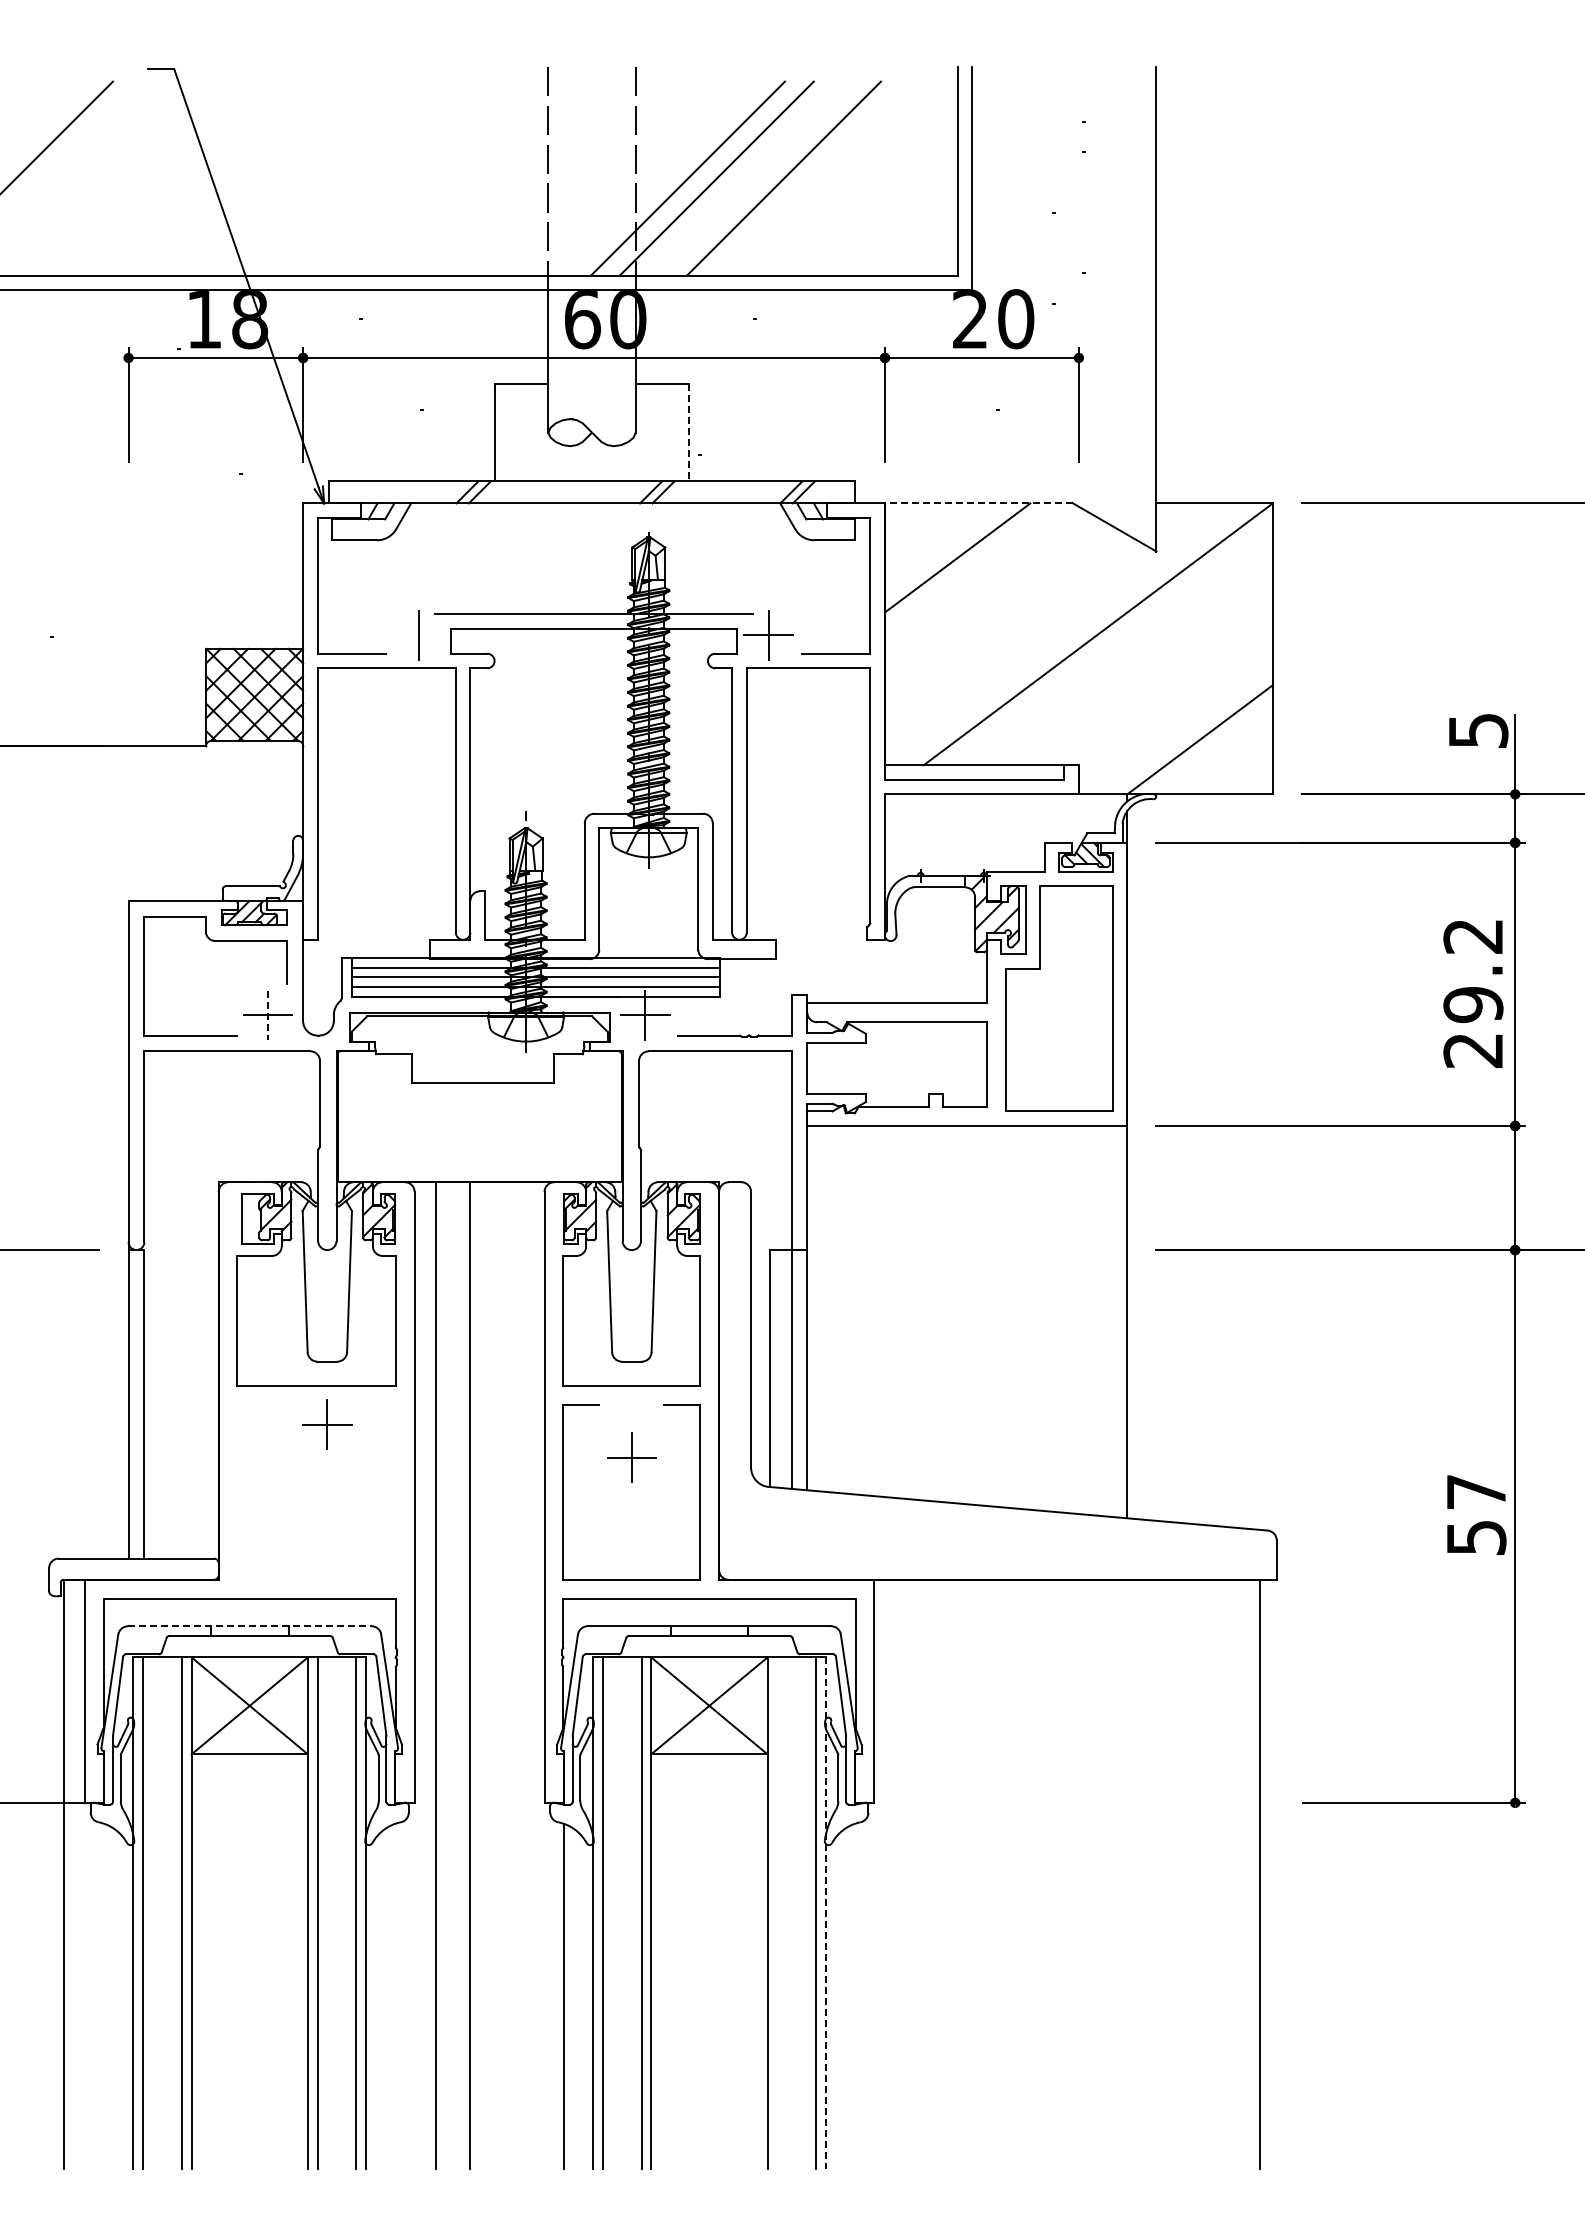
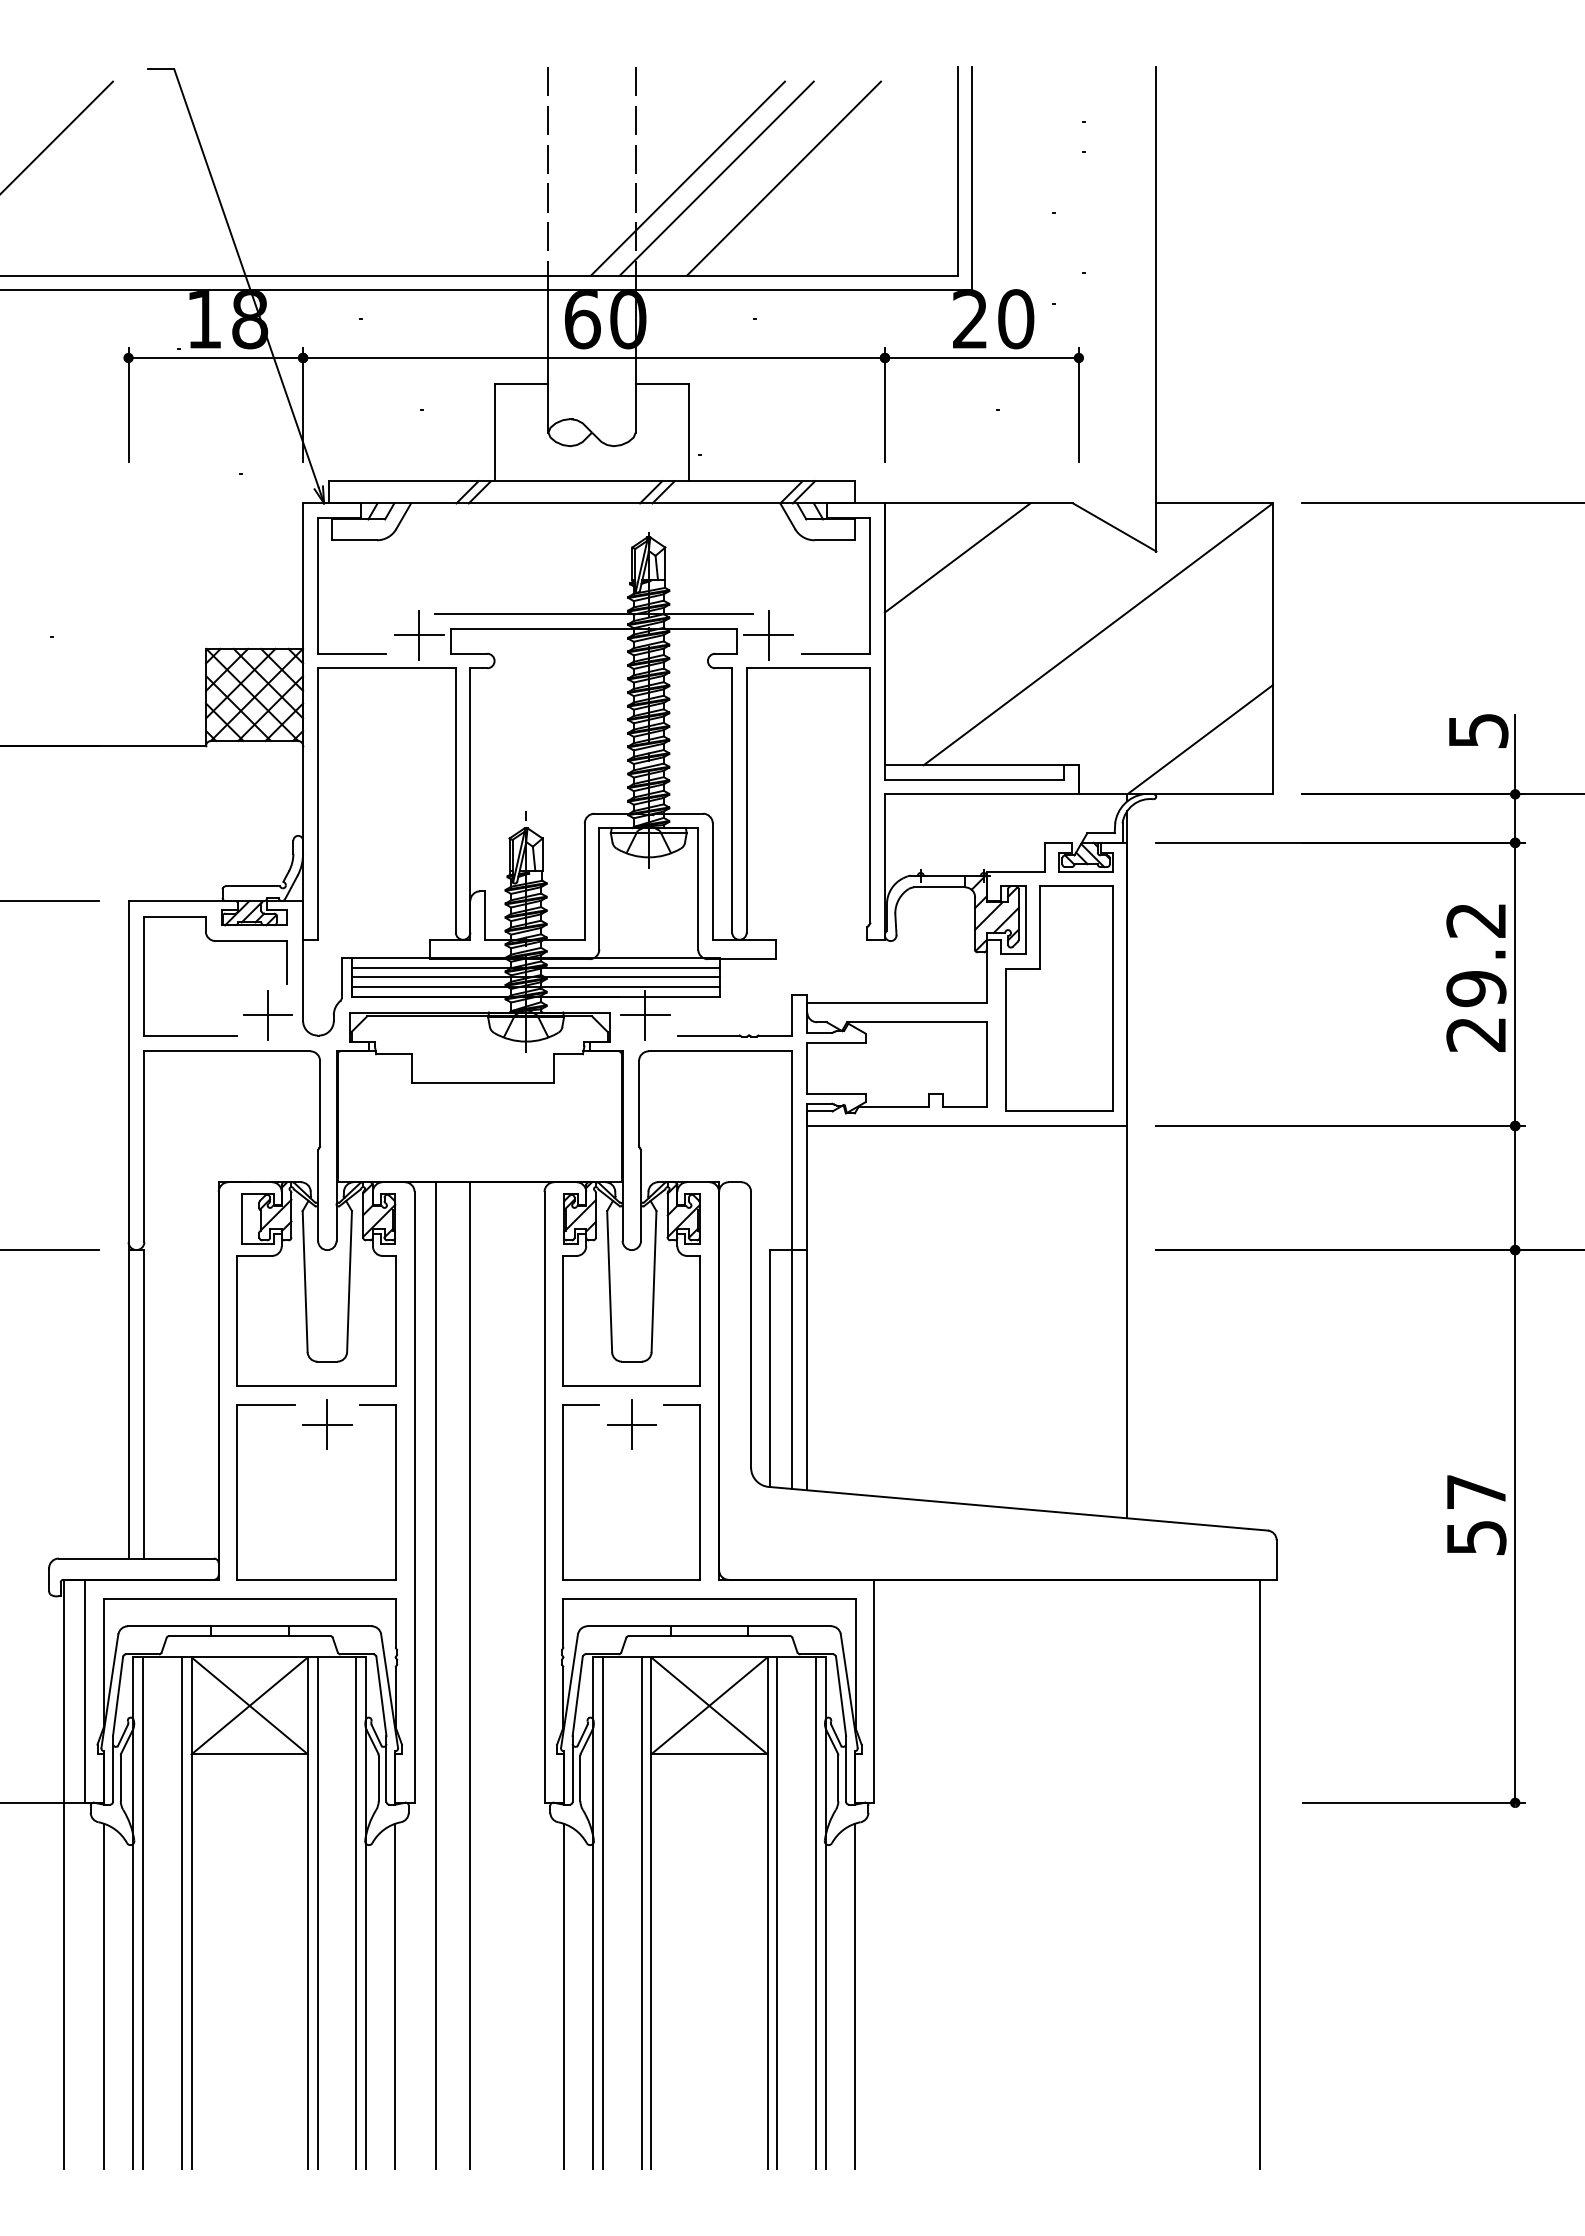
line at (689, 433): dashed -> solid
line at (978, 503): dashed -> solid
line at (419, 635): none -> present
line at (50, 901): none -> present
text at (1473, 993) position: (1473, 993) -> (1476, 977)
line at (268, 1015): dashed -> solid
part at (631, 1457) position: (631, 1457) -> (631, 1424)
part at (237, 1492): none -> present
line at (249, 1626): dashed -> solid
line at (777, 1912): none -> present
line at (825, 1913): dashed -> solid
line at (104, 1995): none -> present
line at (395, 1995): none -> present
line at (854, 1995): none -> present
